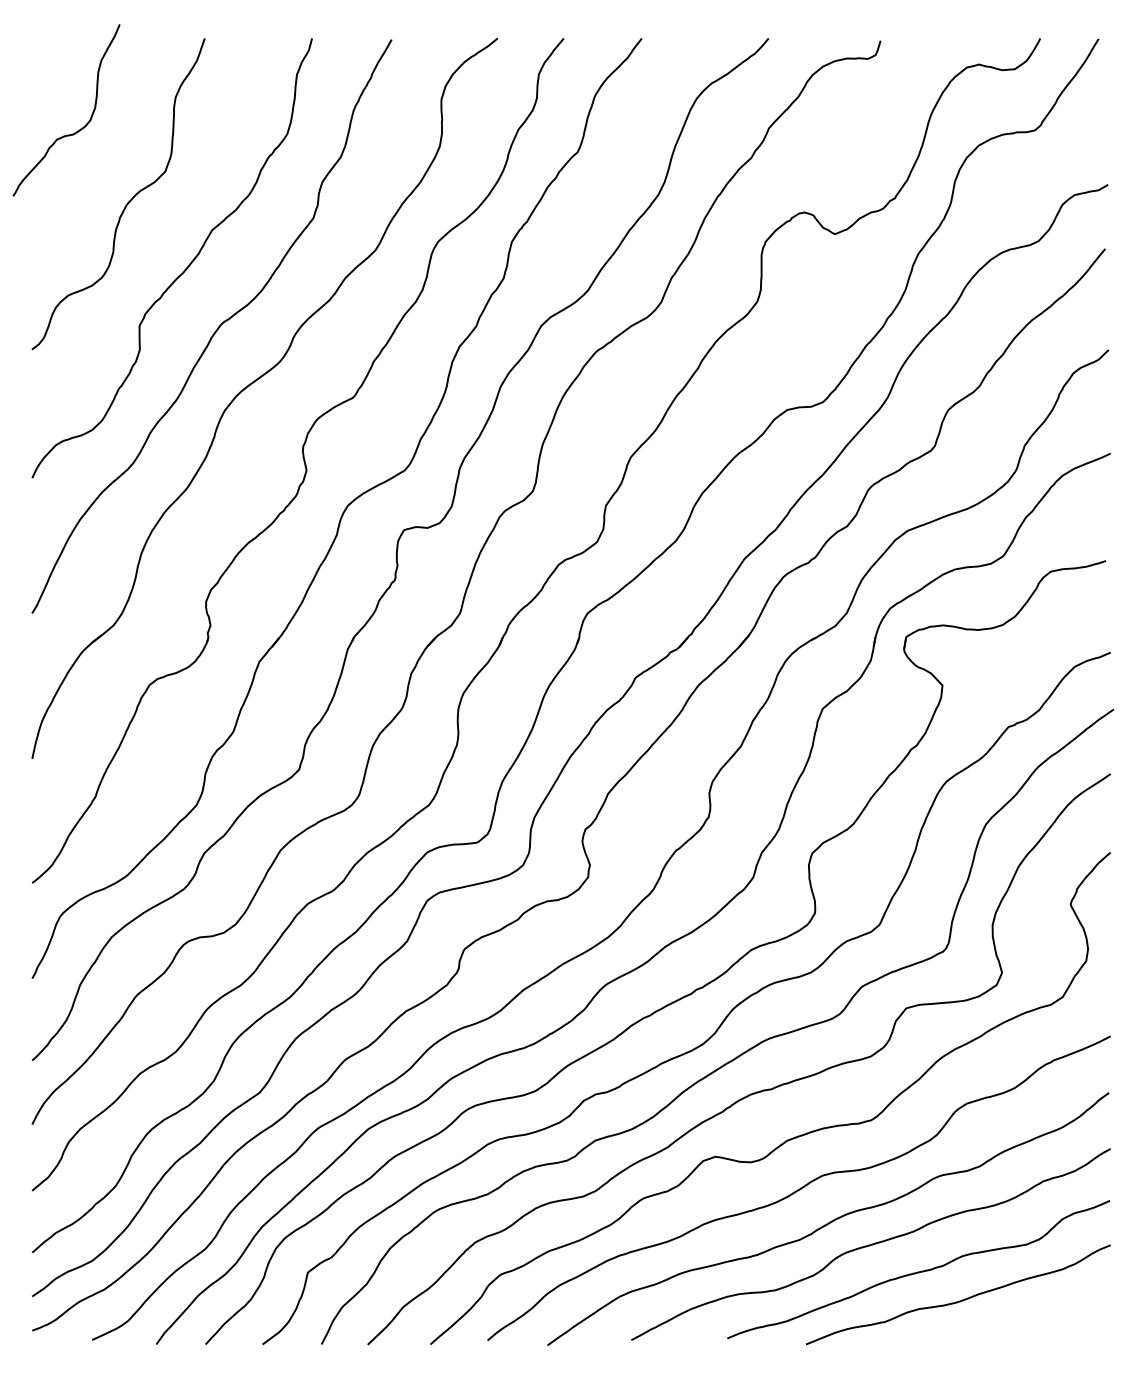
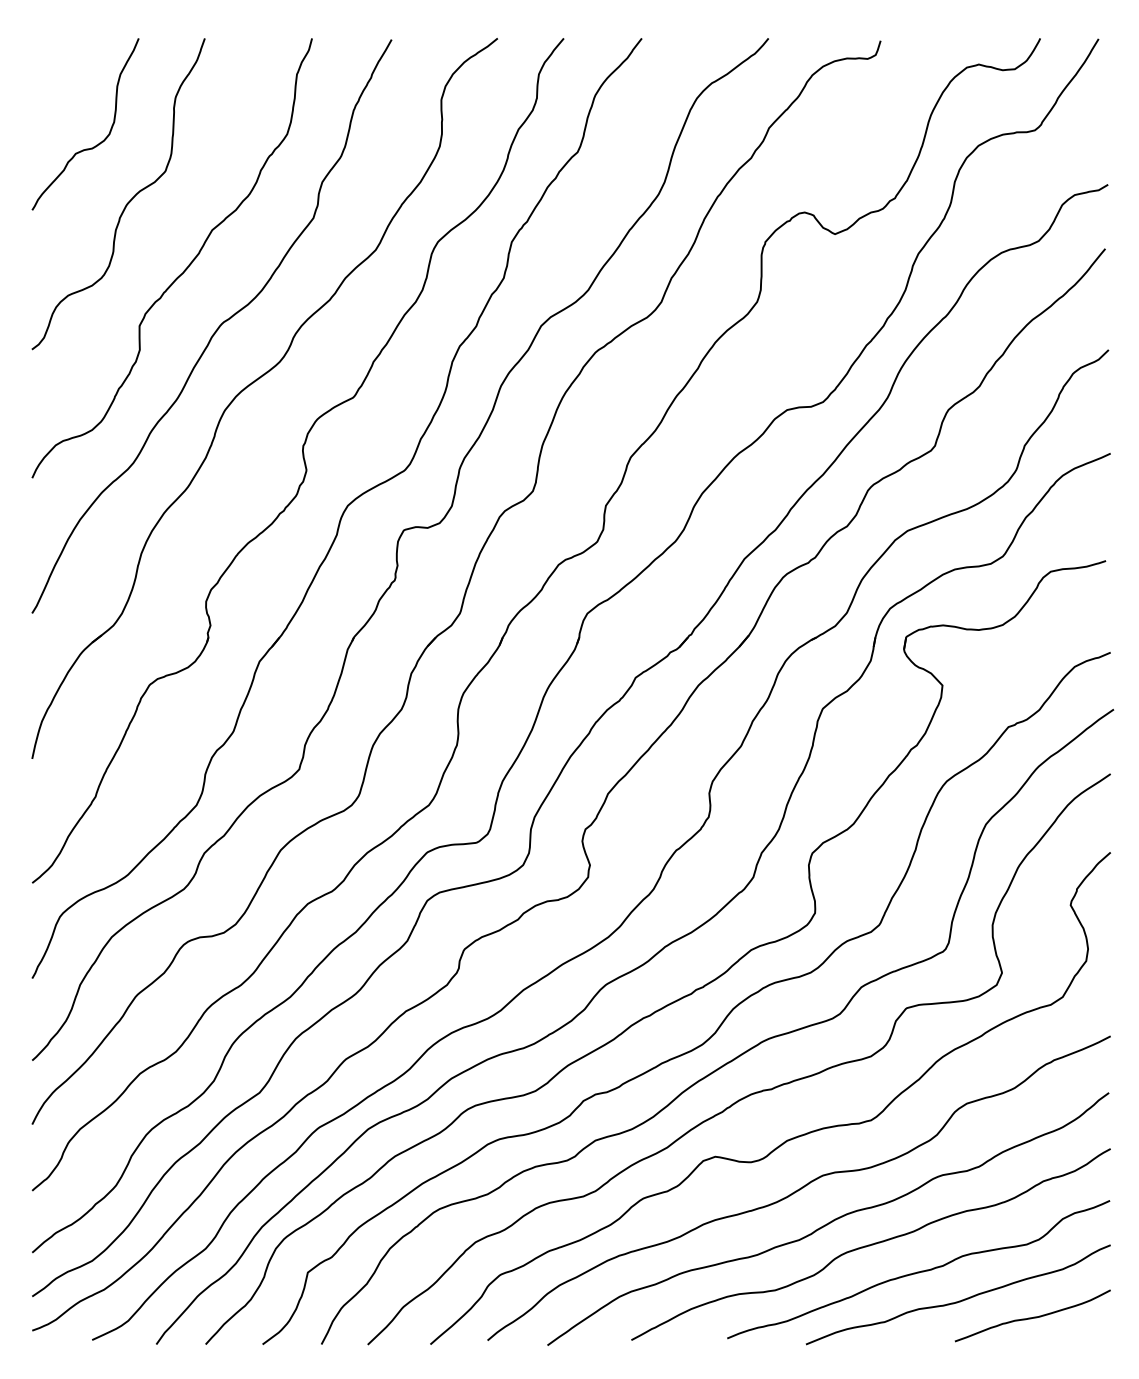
curve at (80, 128) position: (80, 128) -> (99, 142)
curve at (1033, 1316): none -> present
